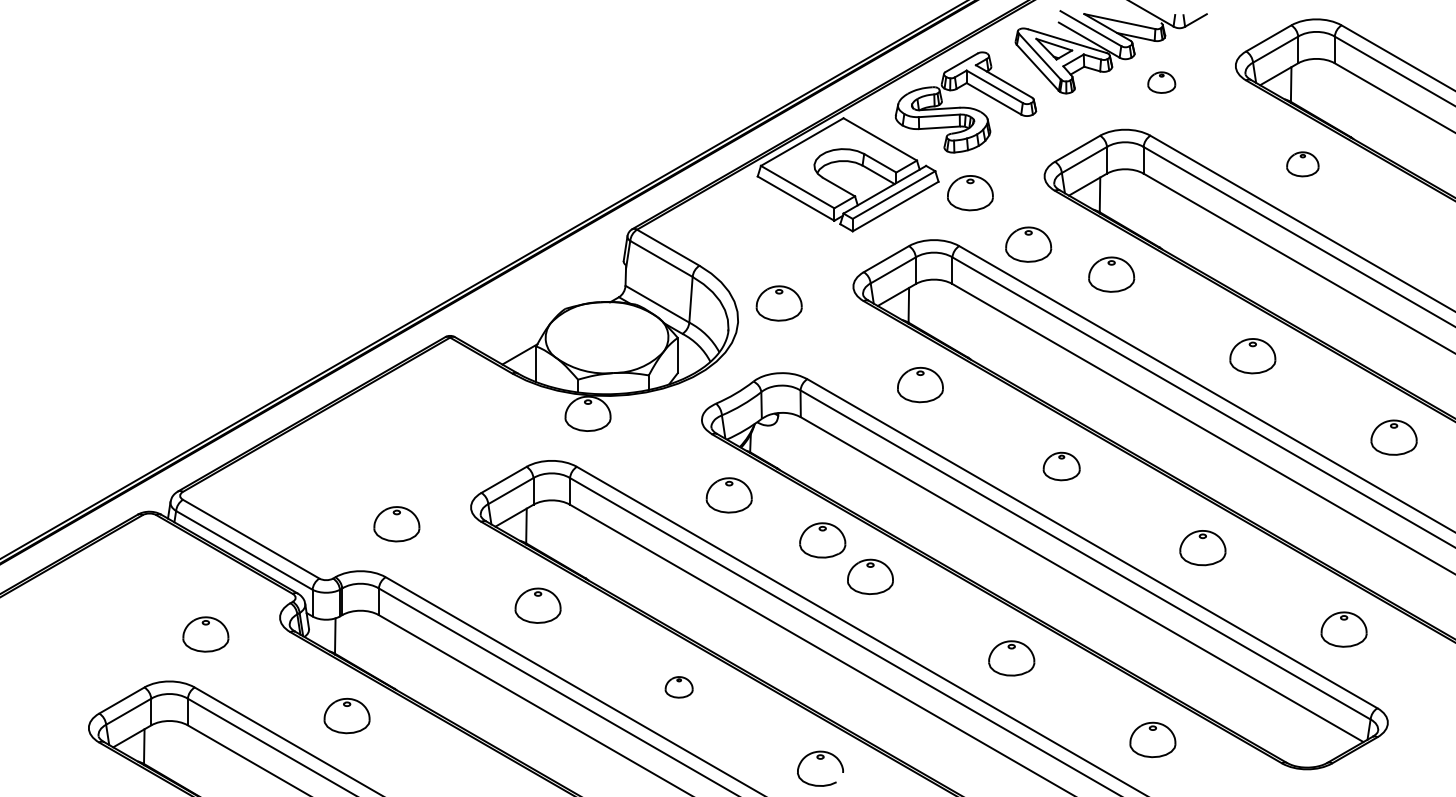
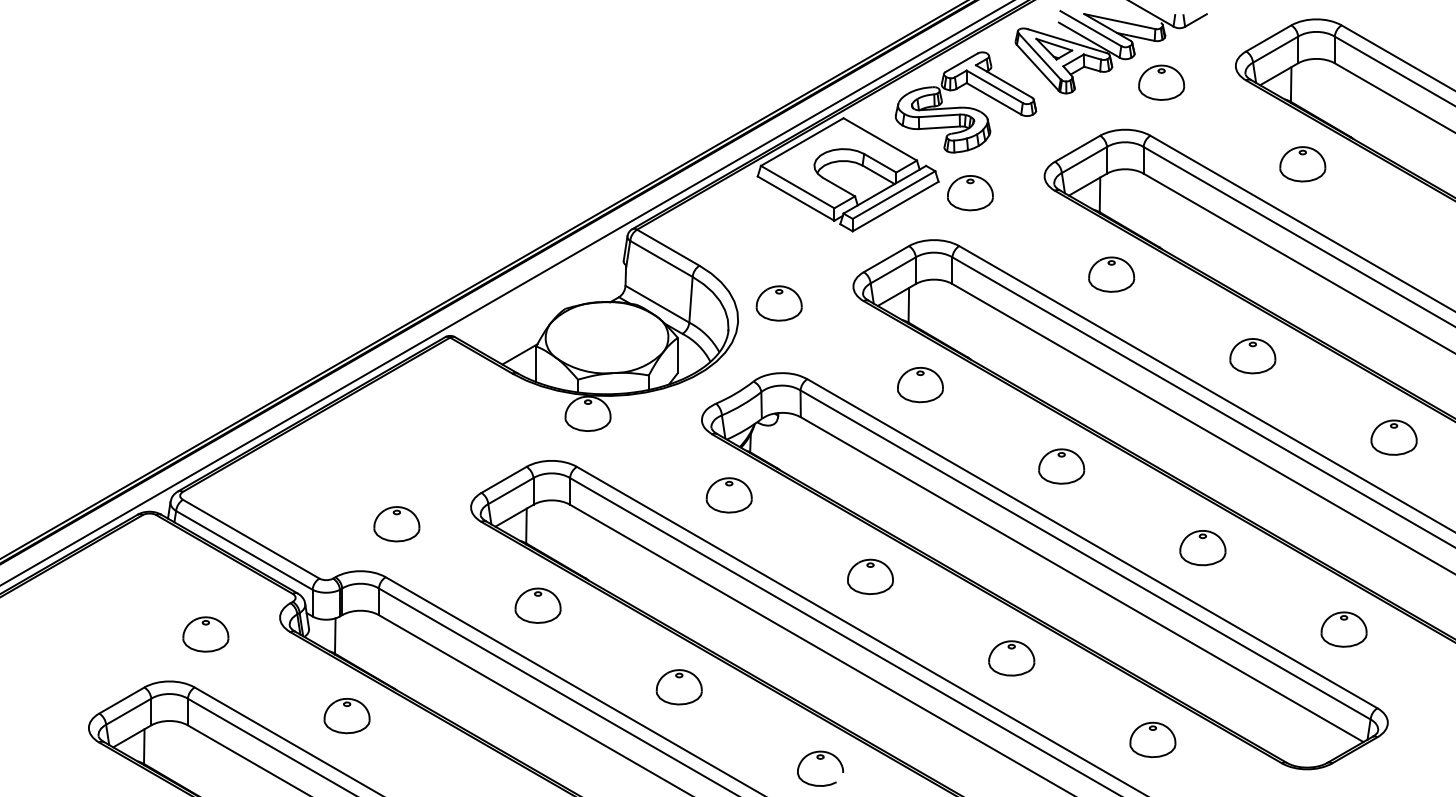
part at (1161, 82) size: 30x23 px -> 48x37 px
part at (1302, 164) size: 34x27 px -> 48x37 px
part at (1028, 244): present -> none
line at (506, 293): none -> present
part at (1061, 466) size: 39x31 px -> 48x37 px
part at (822, 540): present -> none
part at (678, 687) size: 30x23 px -> 48x37 px
